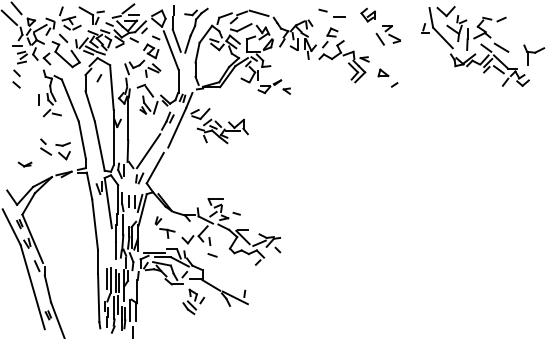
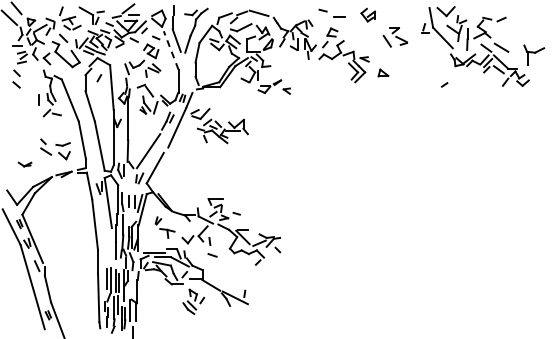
part at (387, 35) position: (387, 35) -> (394, 37)
line at (171, 50): solid -> dashed
line at (394, 84) position: (394, 84) -> (444, 84)
